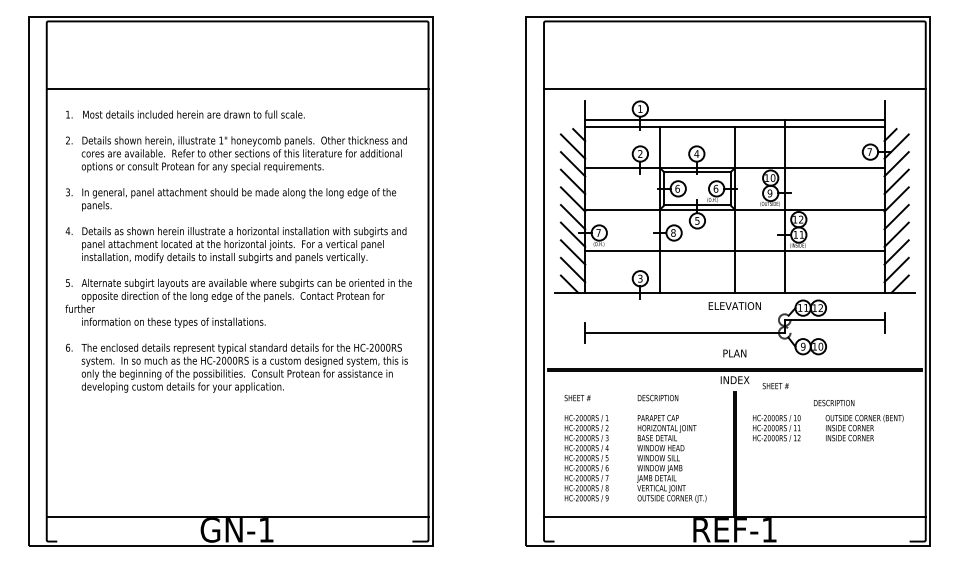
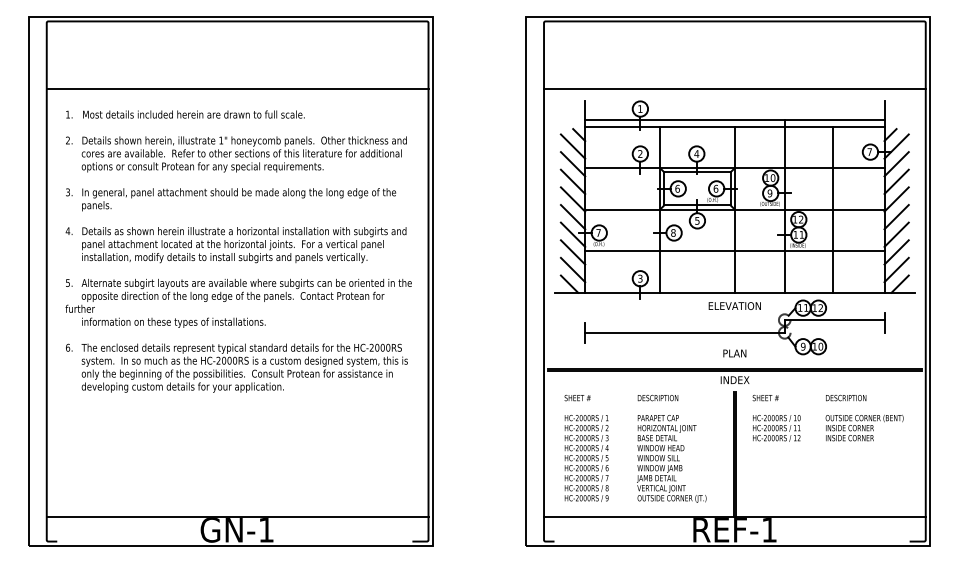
line at (833, 209): none -> present
text at (775, 385) position: (775, 385) -> (765, 397)
text at (834, 403) position: (834, 403) -> (846, 398)
